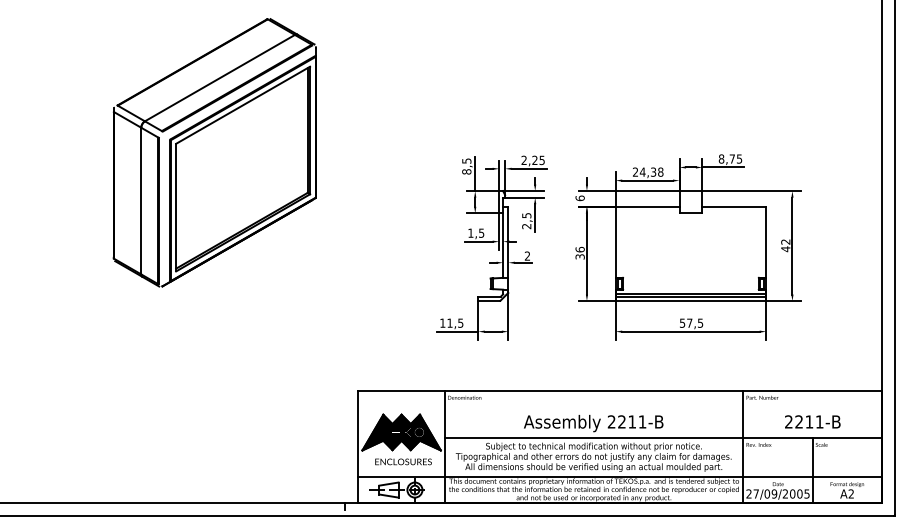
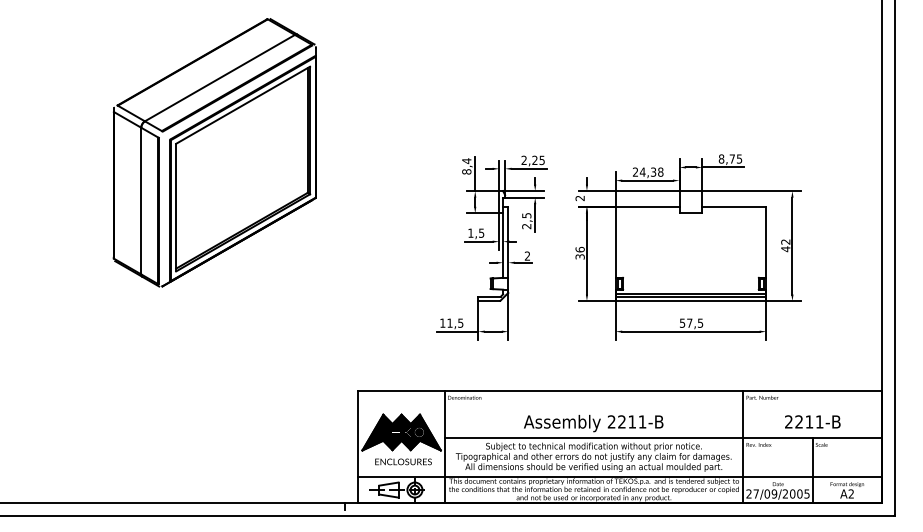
text at (466, 161): 8,5 -> 8,4
text at (579, 198): 6 -> 2
